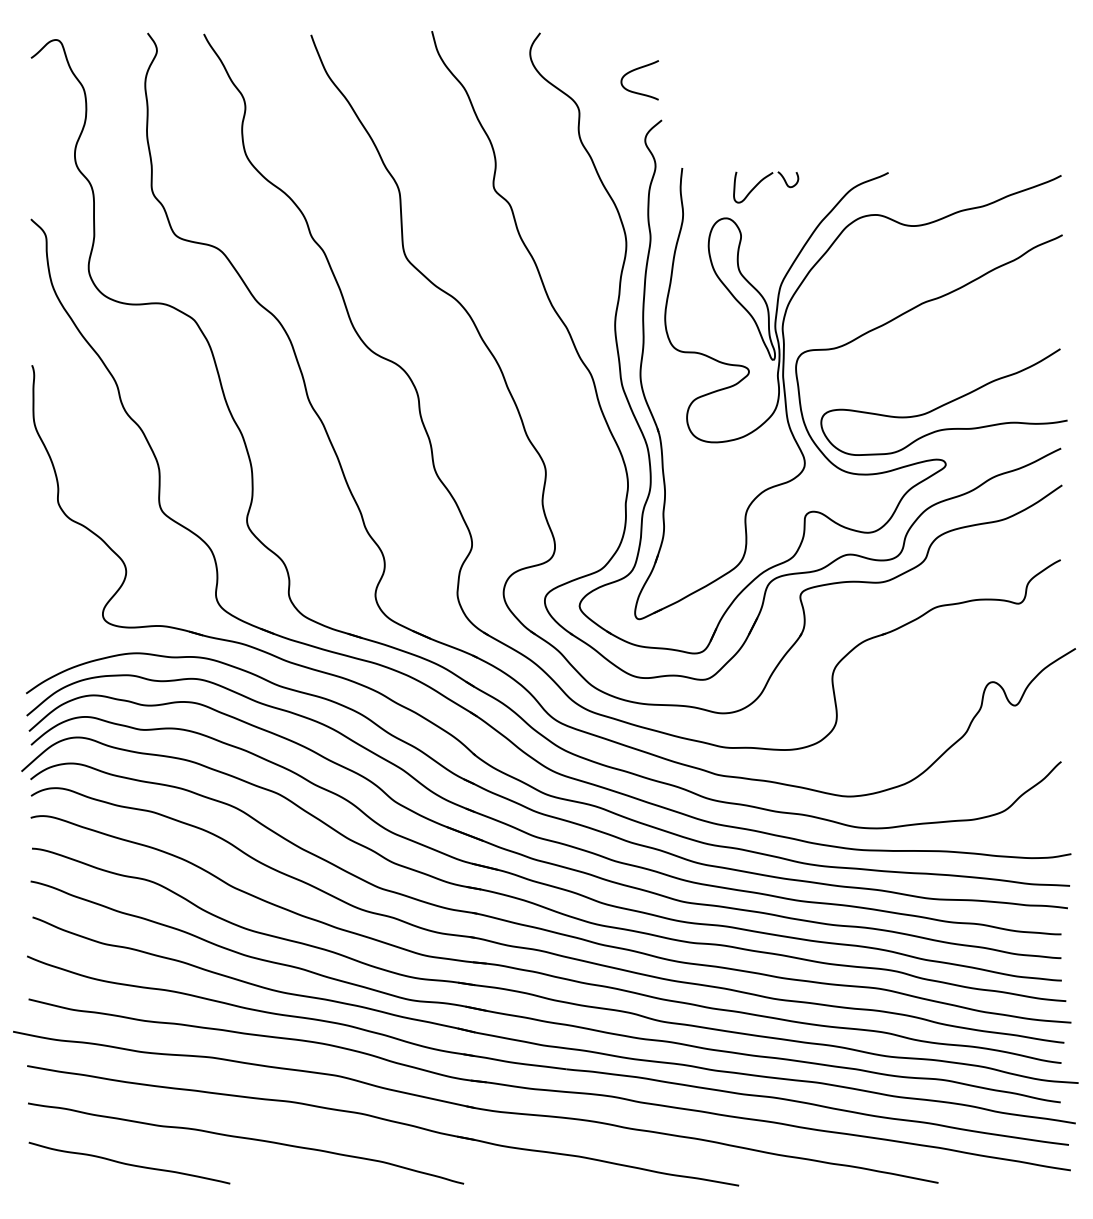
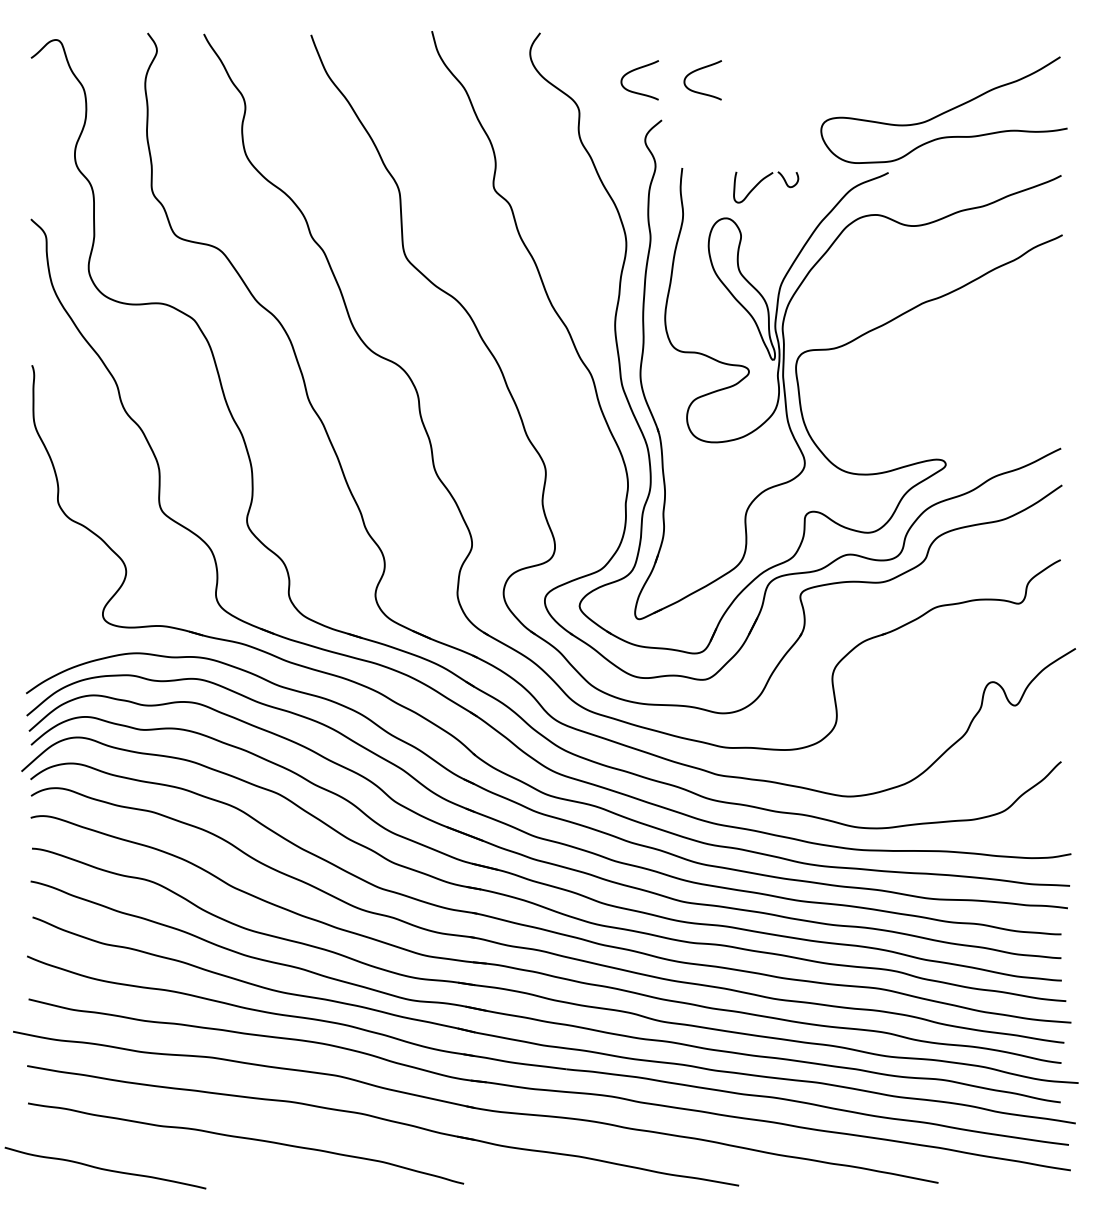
curve at (699, 70): none -> present
curve at (944, 403) position: (944, 403) -> (944, 111)
curve at (129, 1163) position: (129, 1163) -> (105, 1168)
